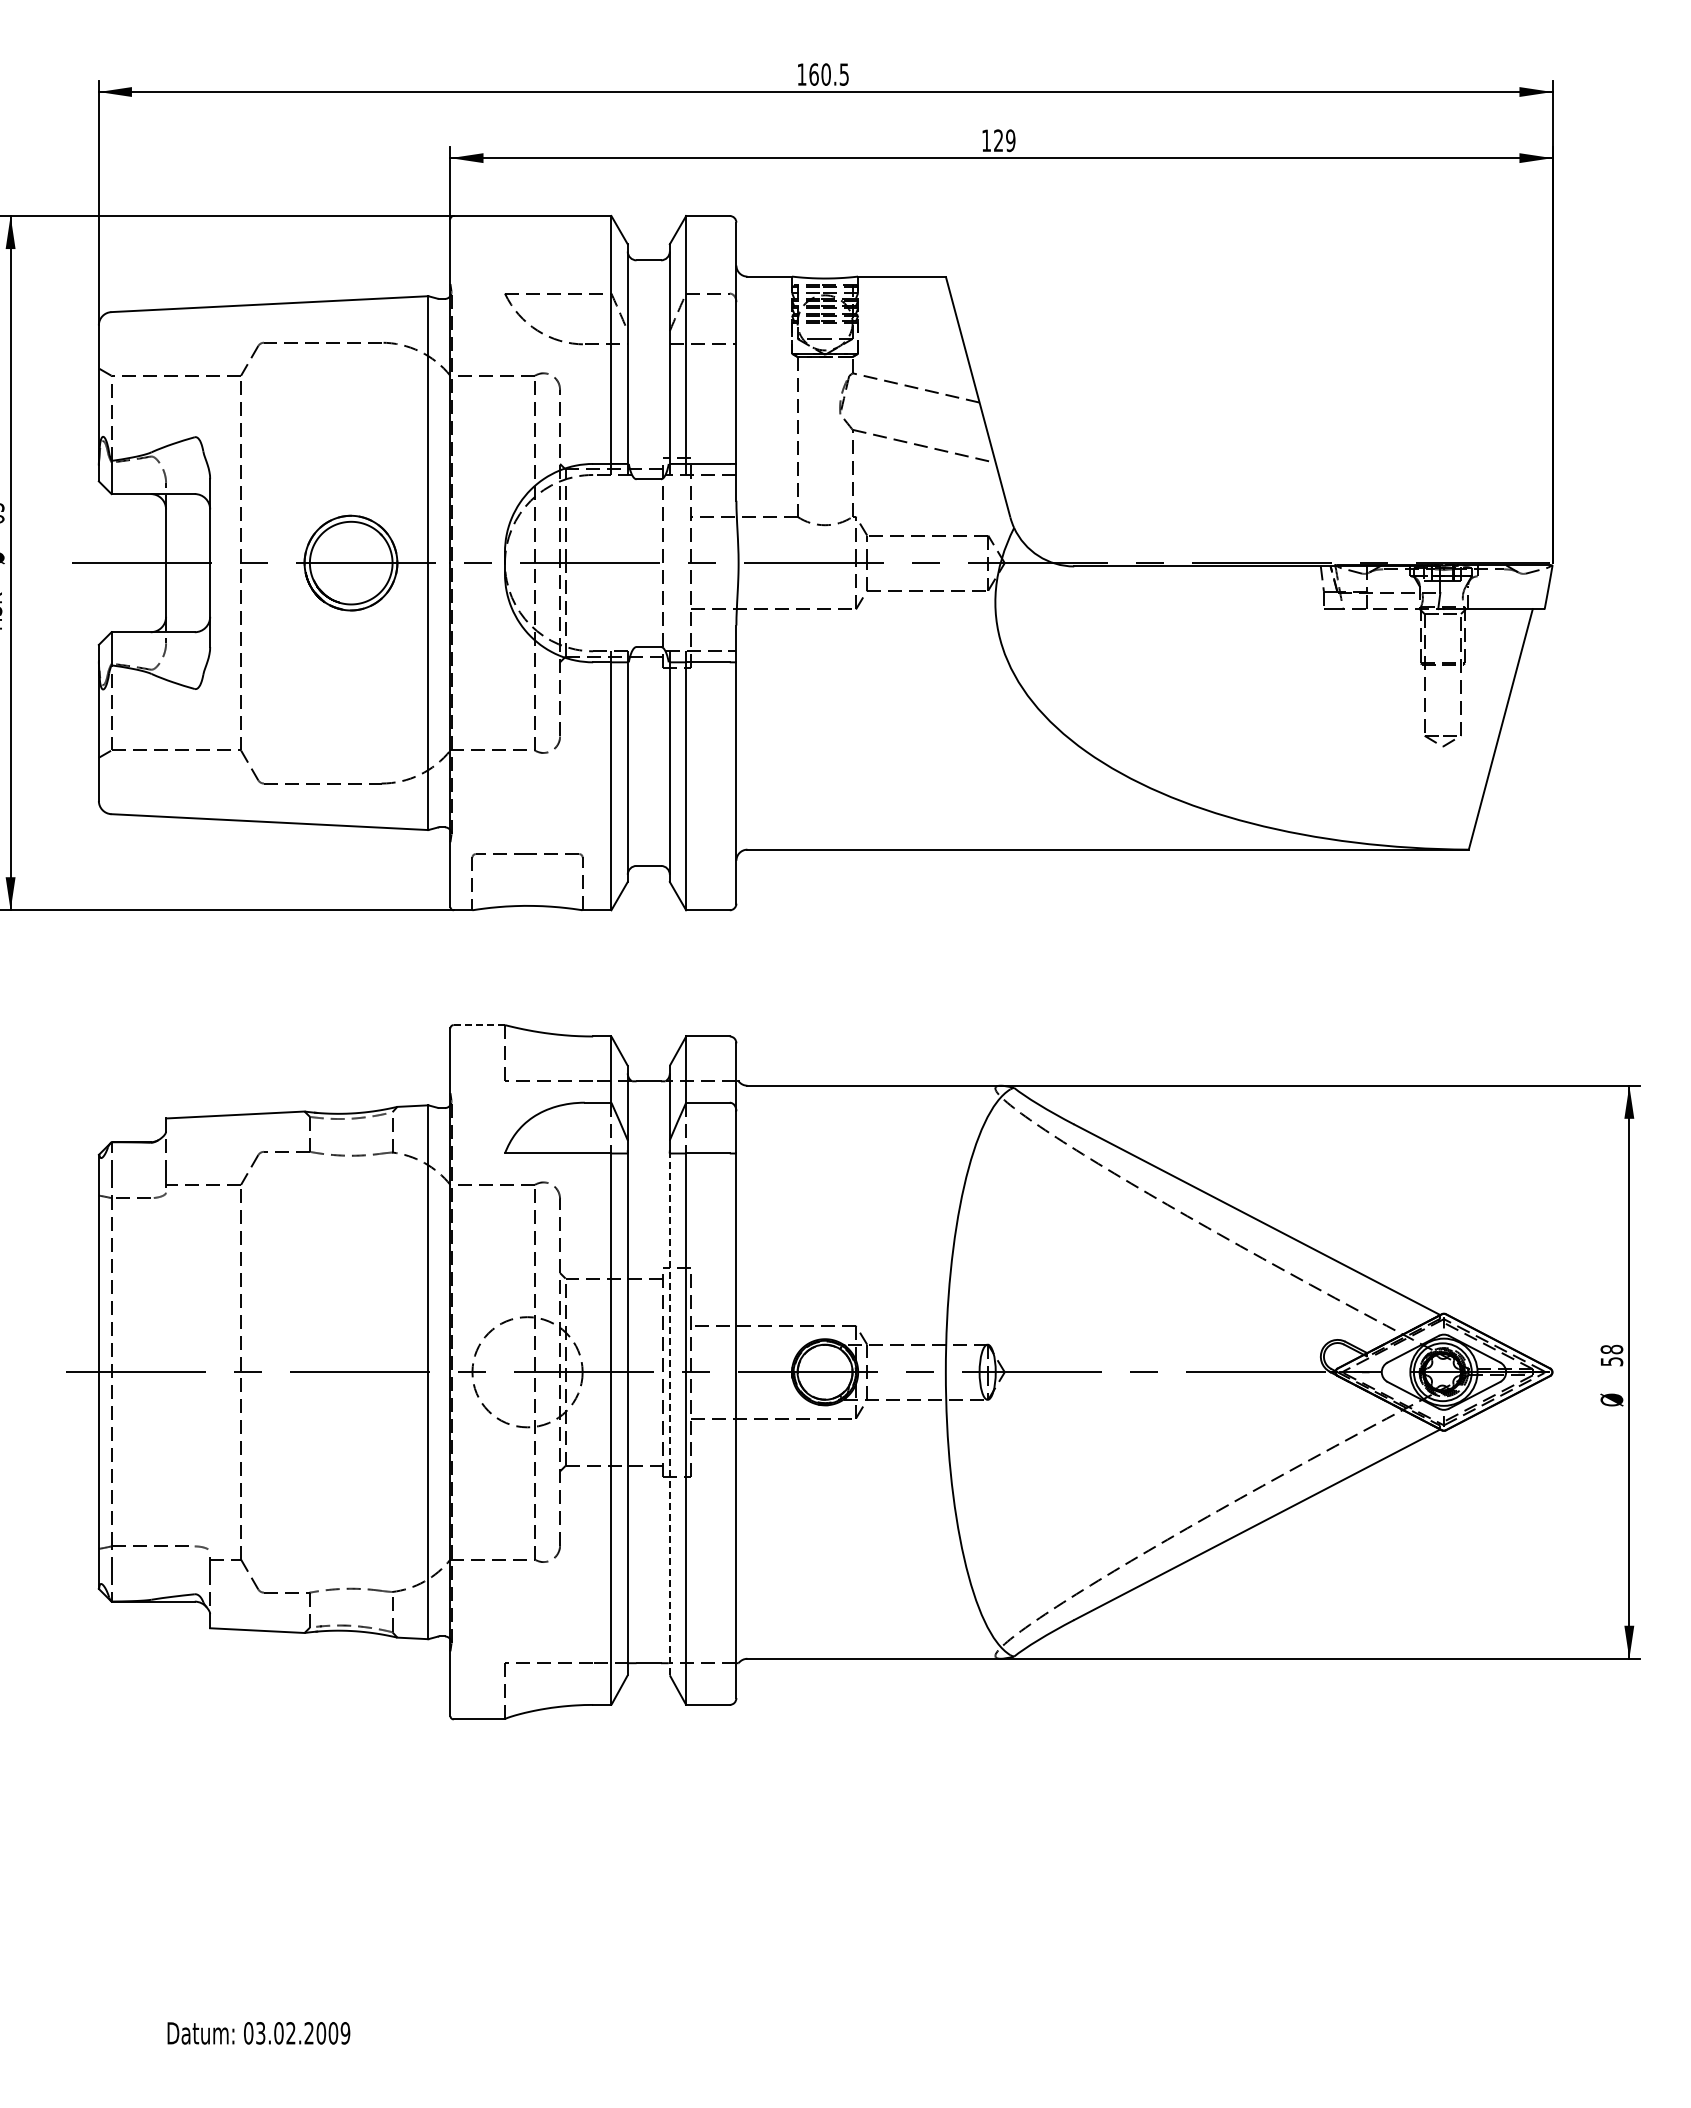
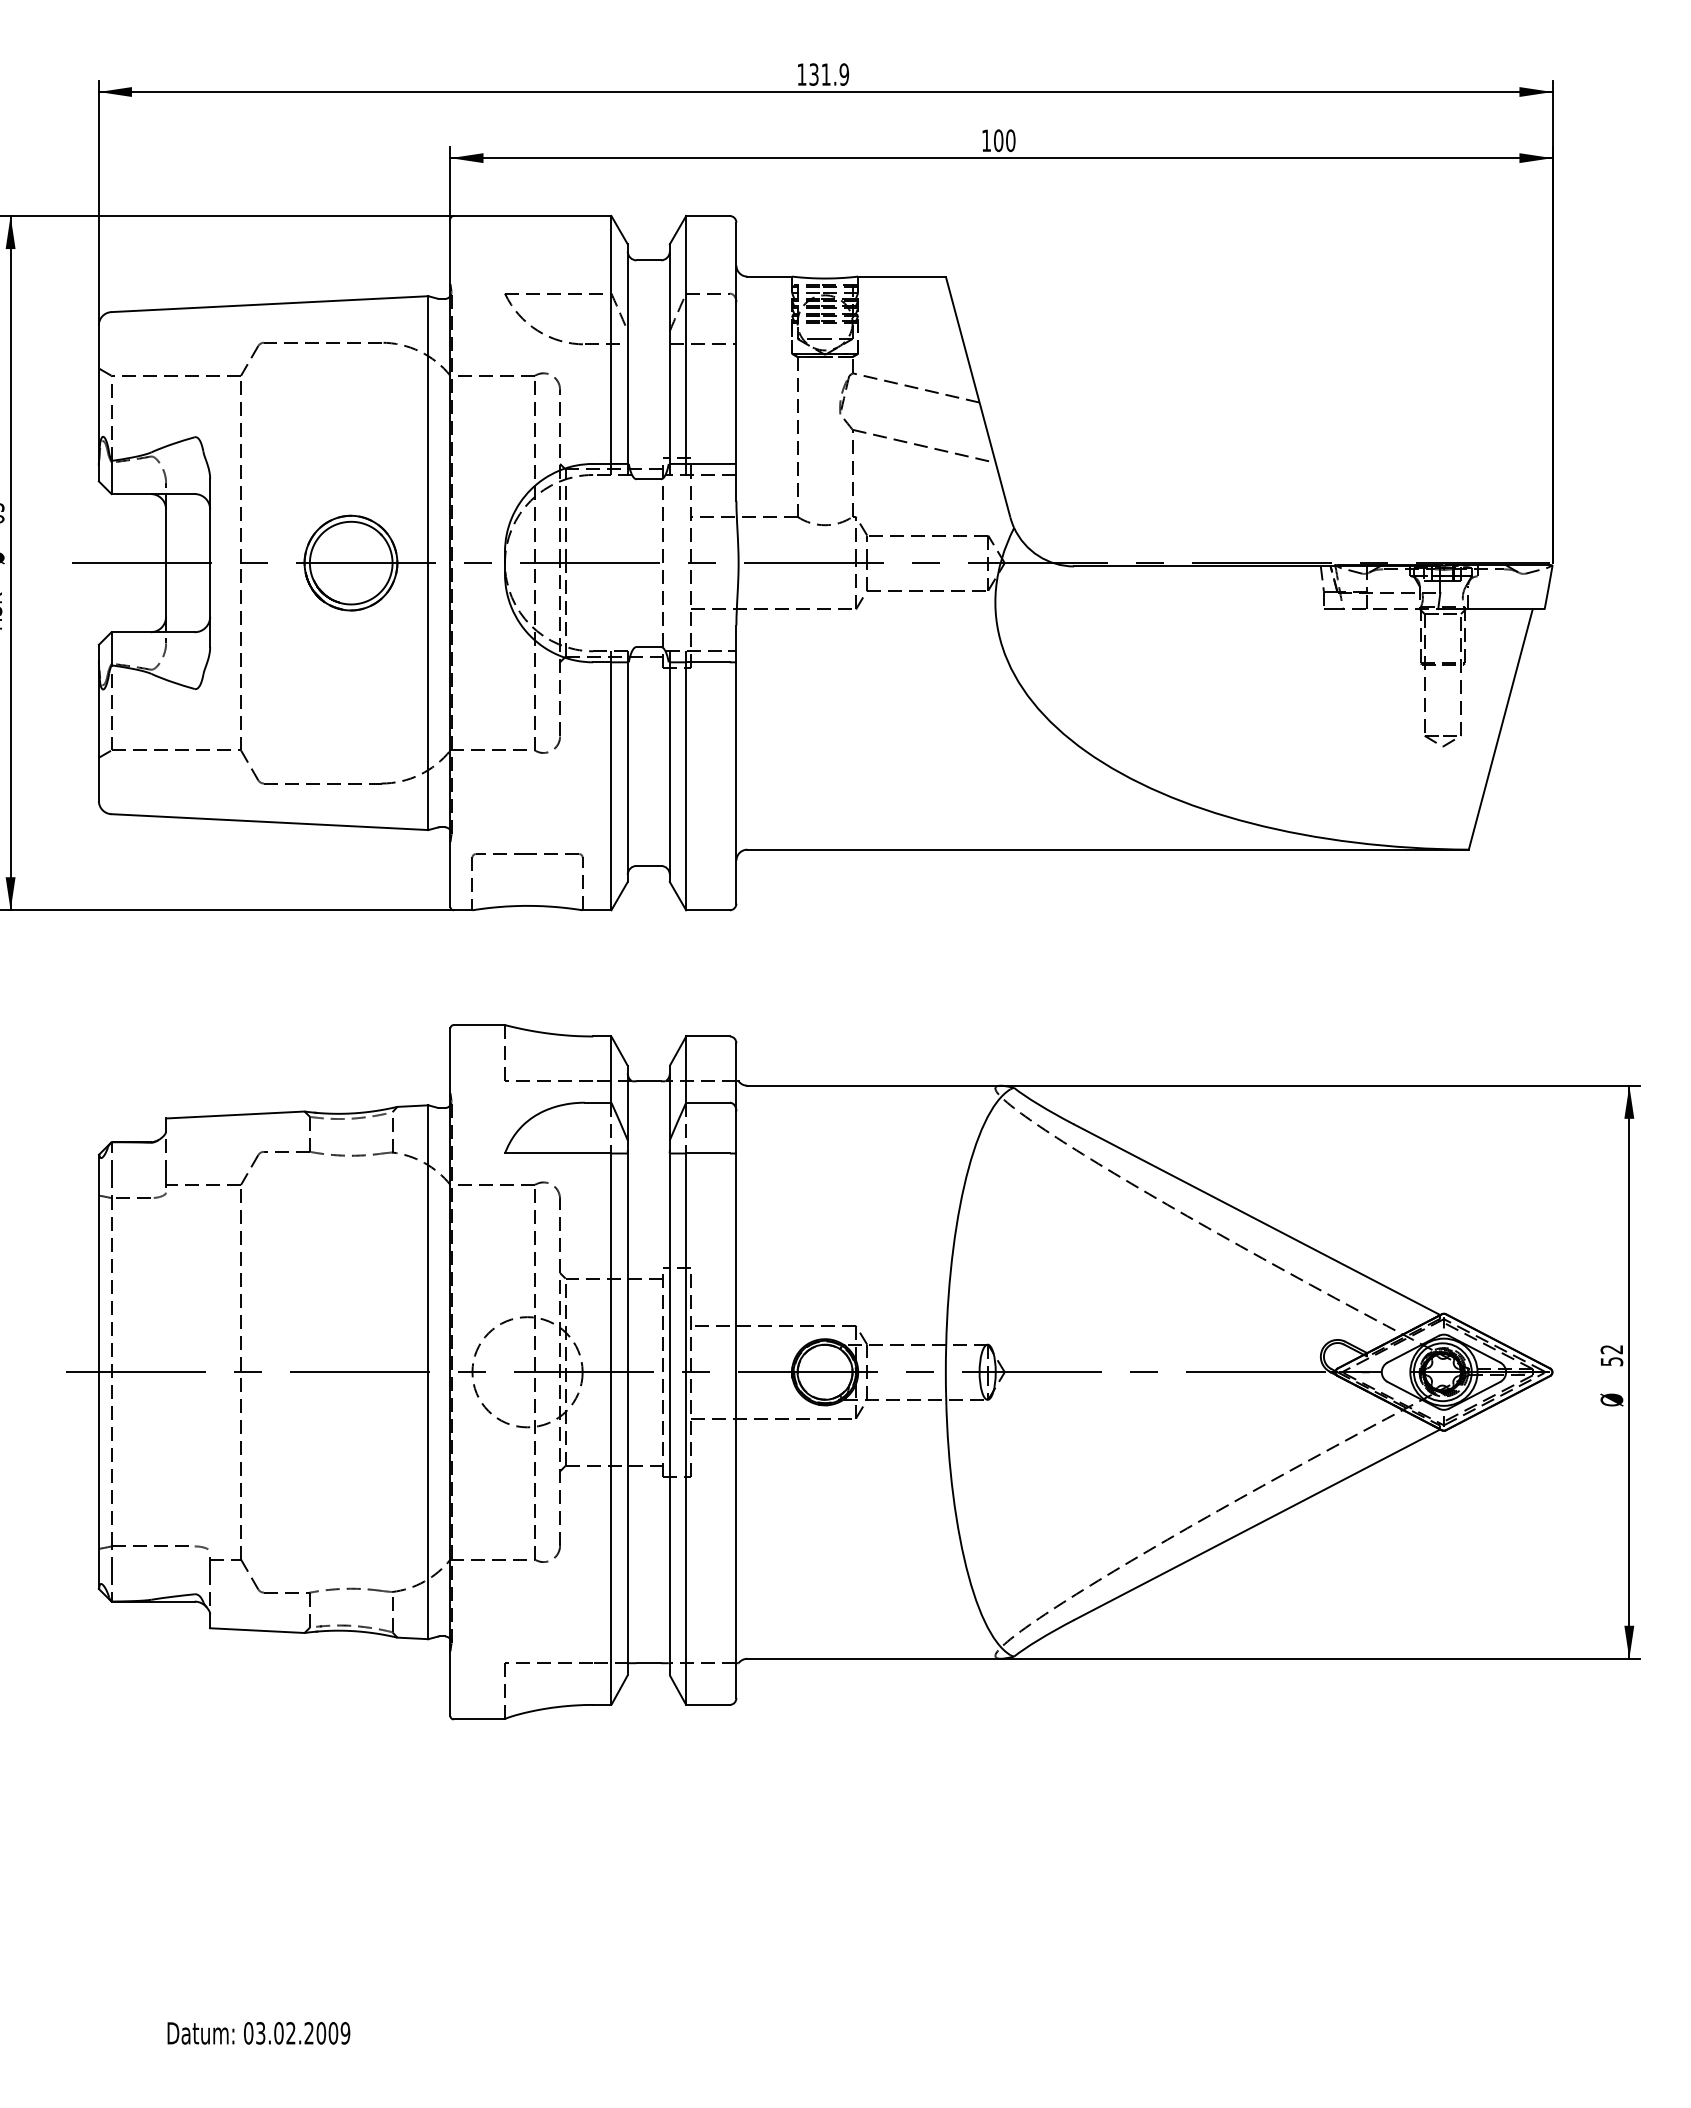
text at (829, 74): 160.5 -> 131.9
text at (1004, 140): 129 -> 100
line at (479, 1025): dashed -> solid
text at (1611, 1349): 58 -> 52
line at (669, 1414): dashed -> solid
